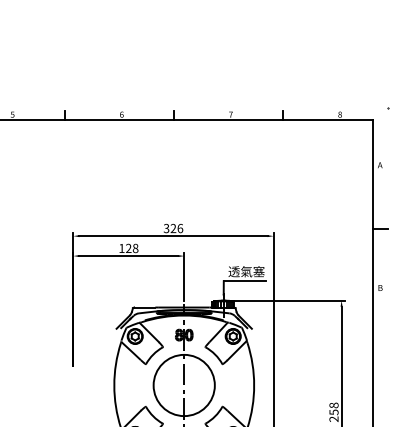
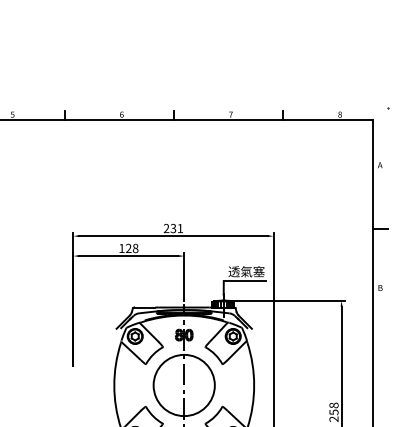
text at (173, 228): 326 -> 231
